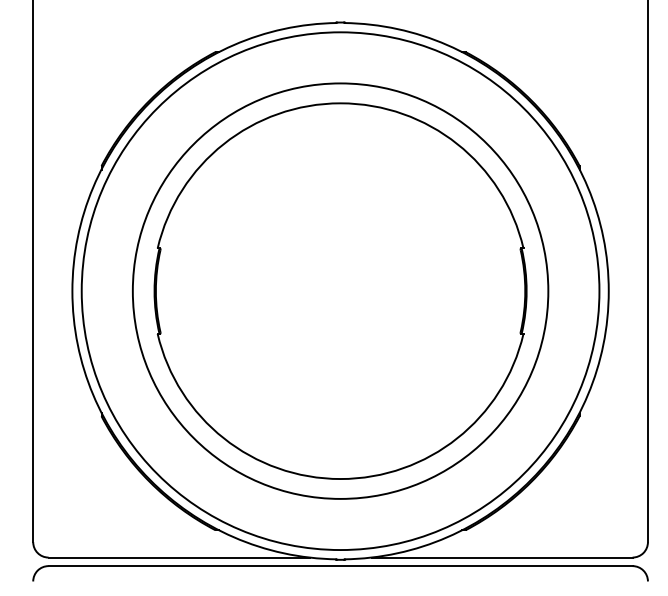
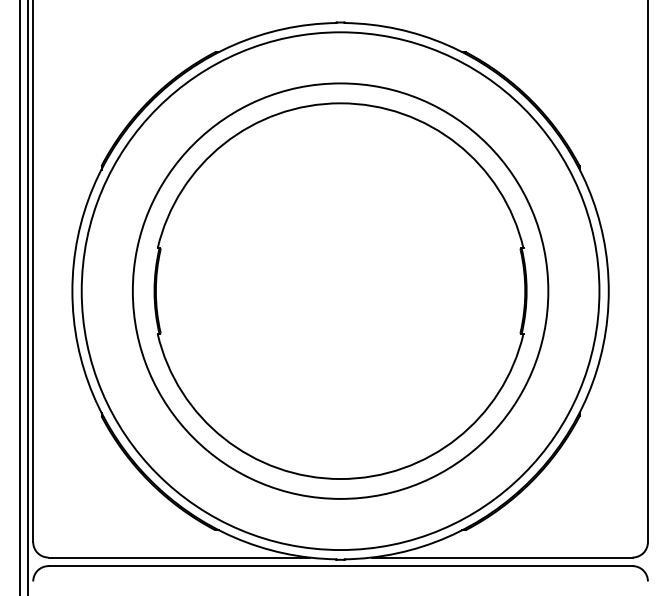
line at (20, 297): none -> present
line at (28, 297): none -> present
